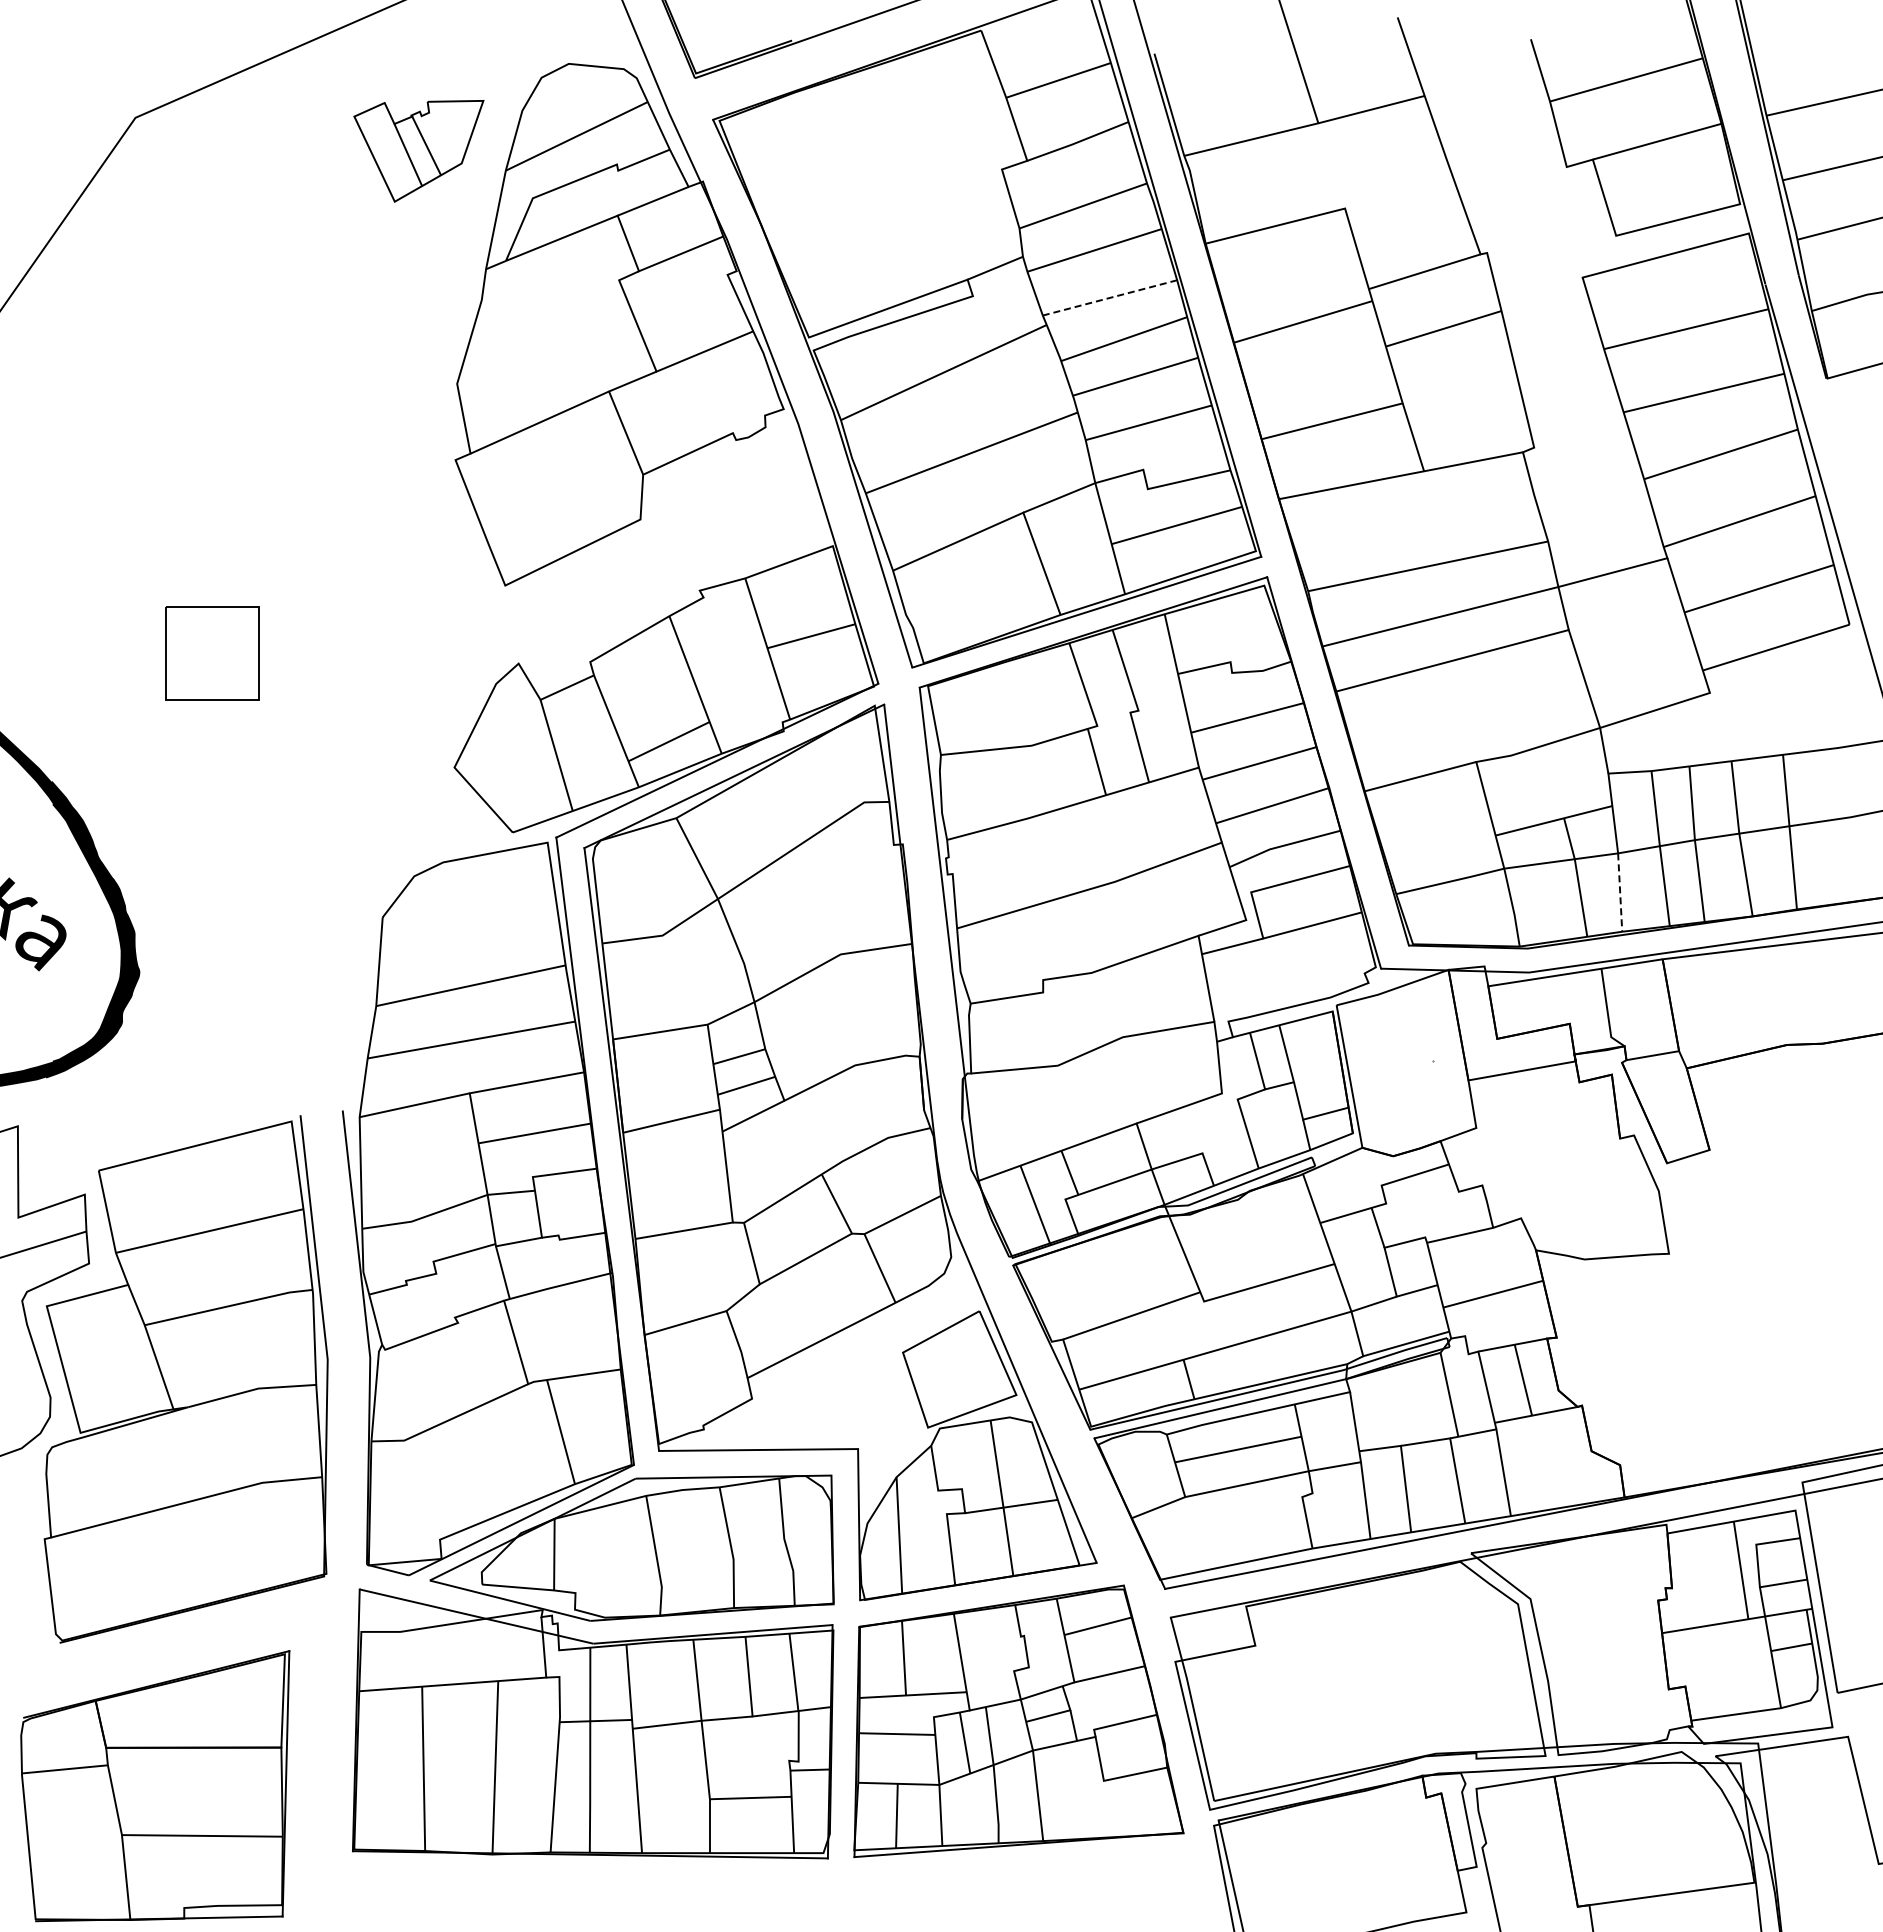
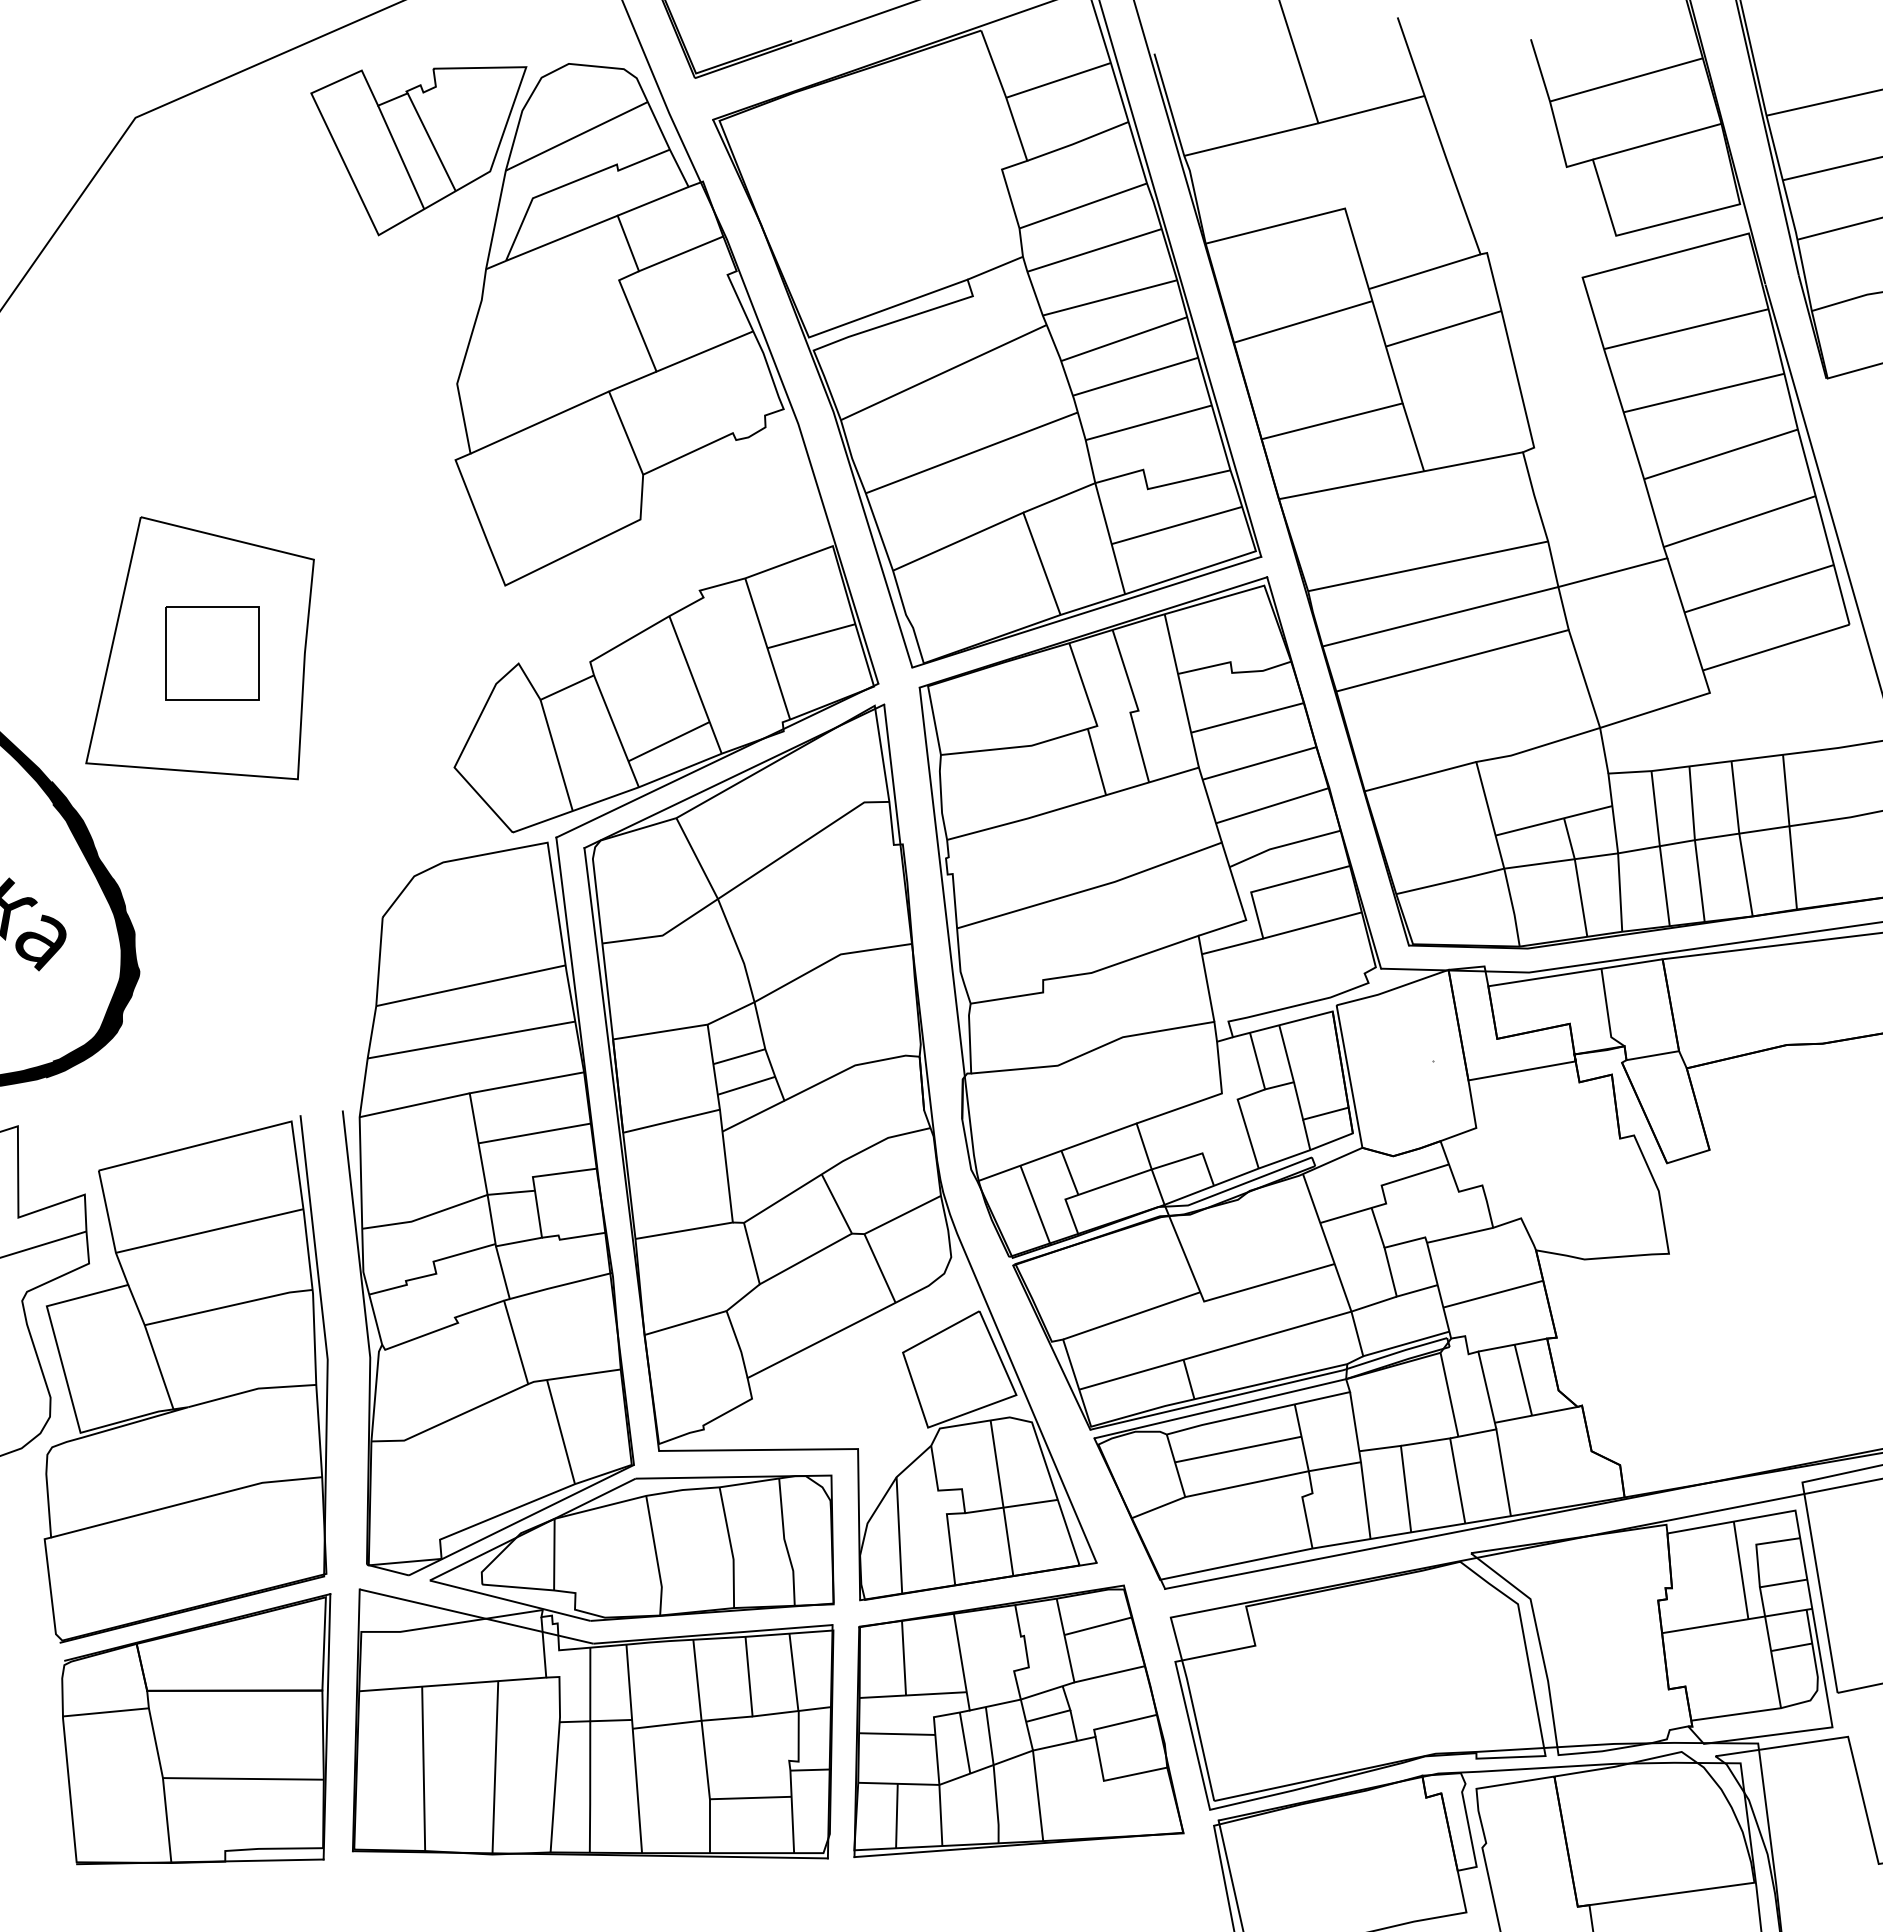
part at (418, 151) size: 132x103 px -> 218x171 px
line at (1109, 298): dashed -> solid
part at (199, 648): none -> present
line at (1620, 893): dashed -> solid
part at (155, 1786) position: (155, 1786) -> (196, 1729)
